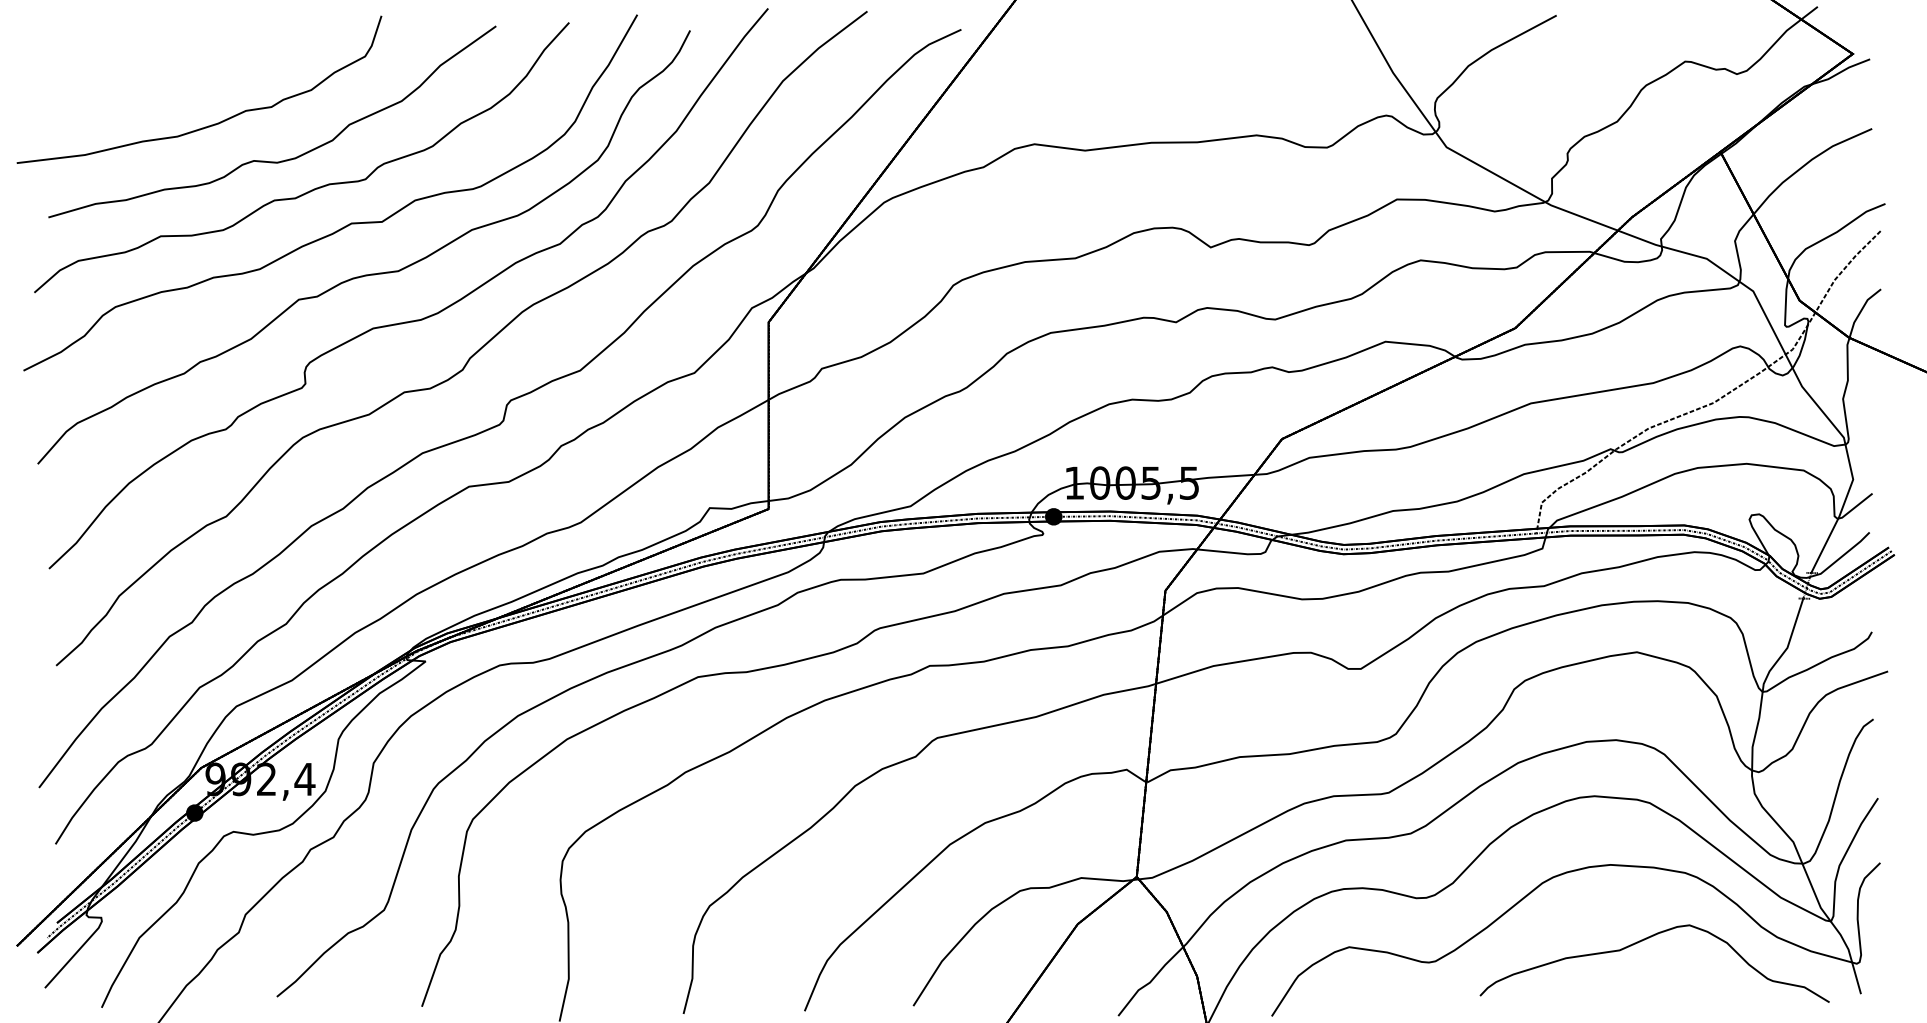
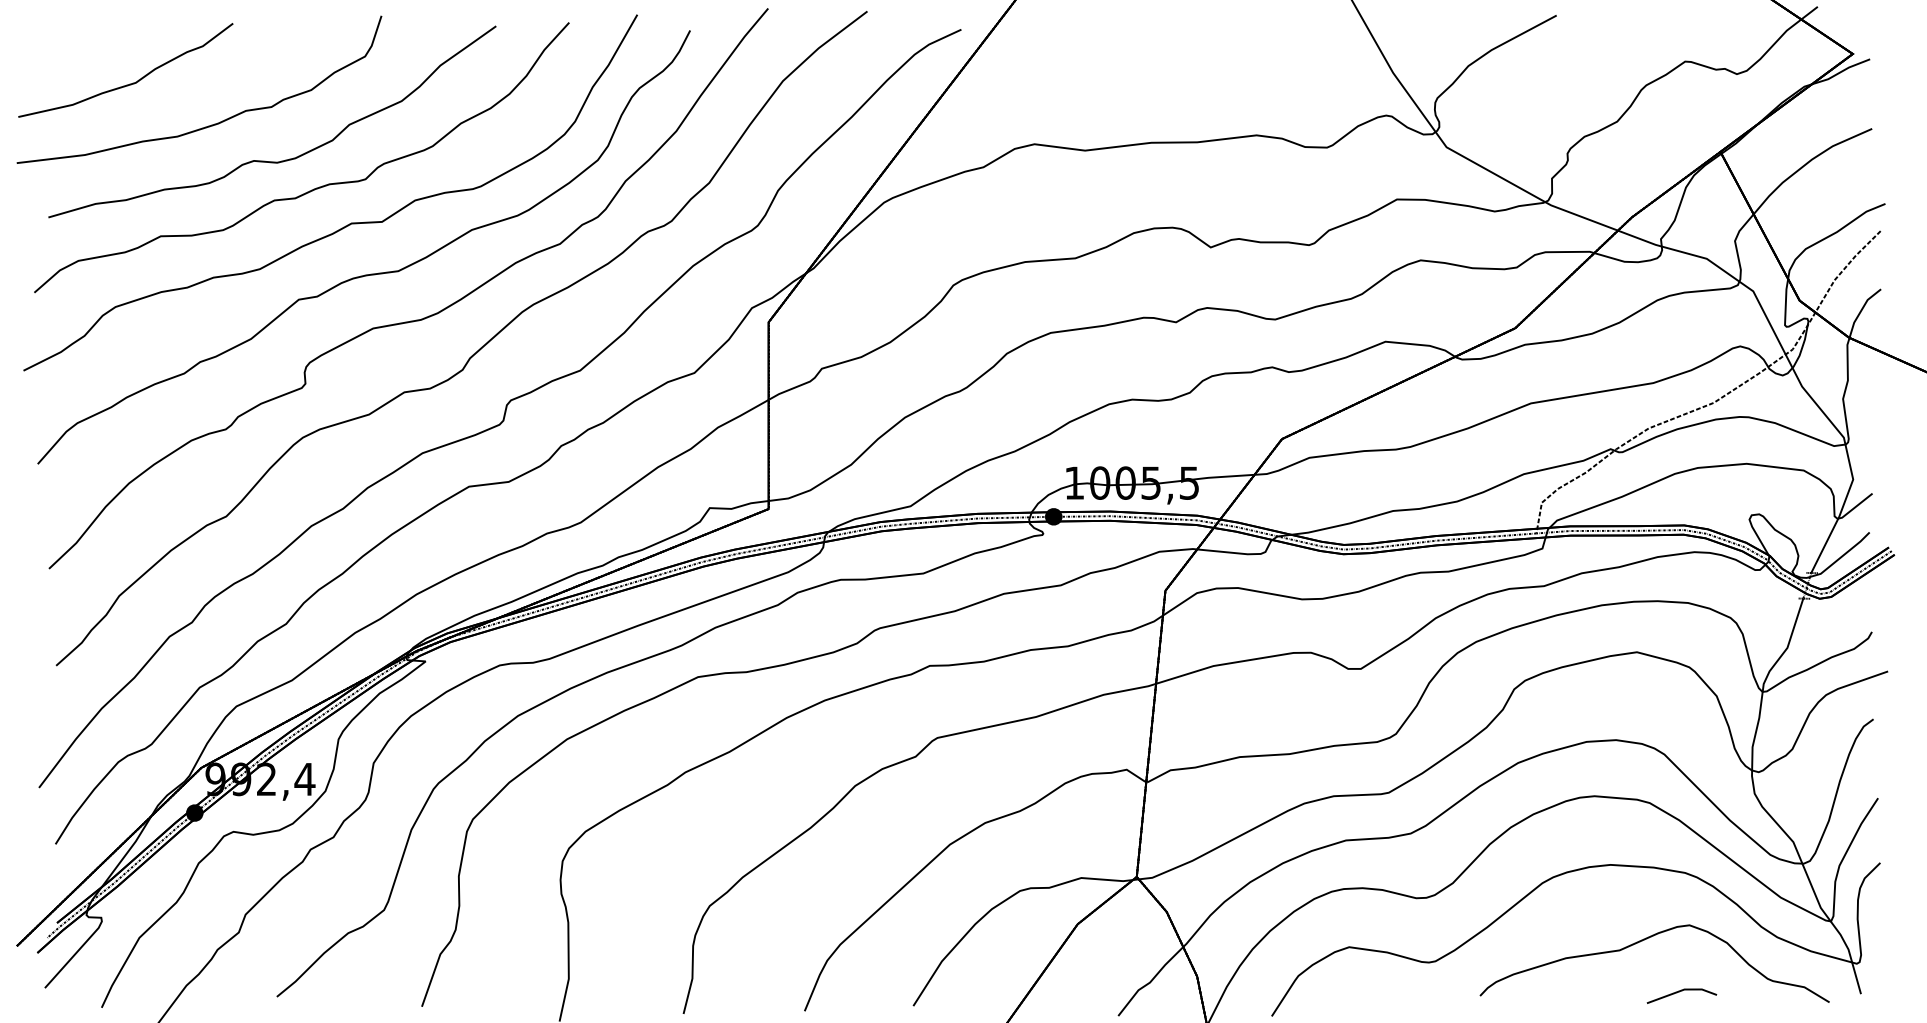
curve at (129, 83): none -> present
line at (1679, 992): none -> present
